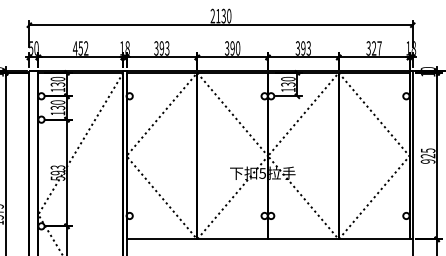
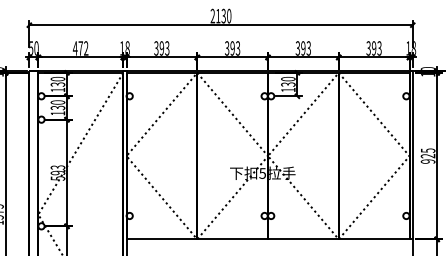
text at (80, 48): 452 -> 472
text at (237, 48): 390 -> 393
text at (376, 48): 327 -> 393
